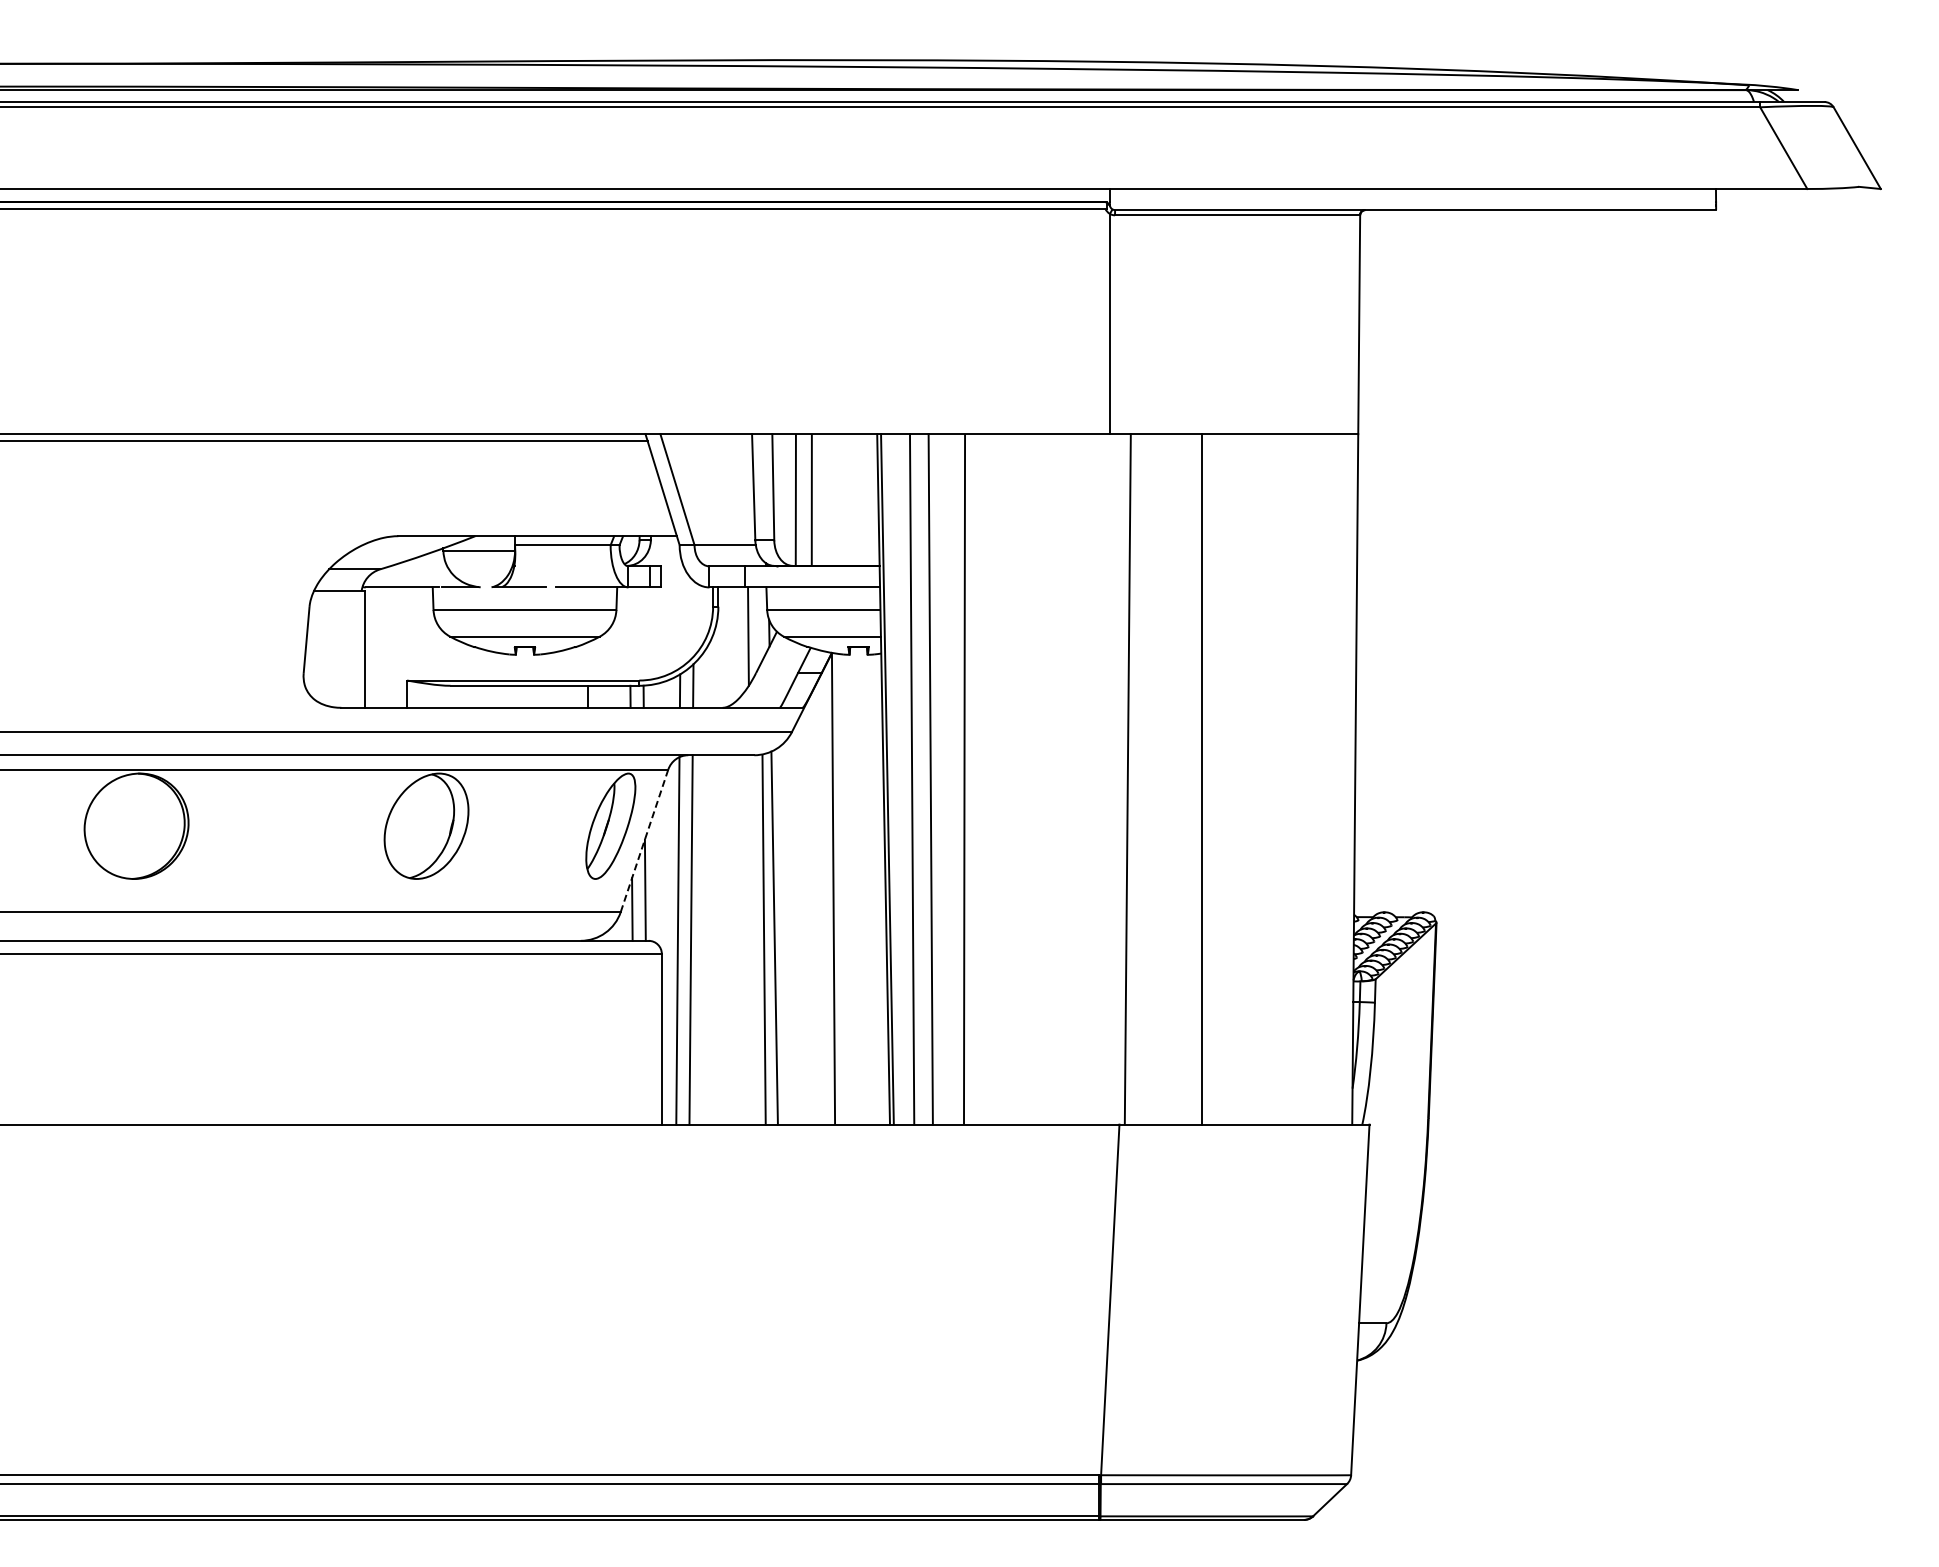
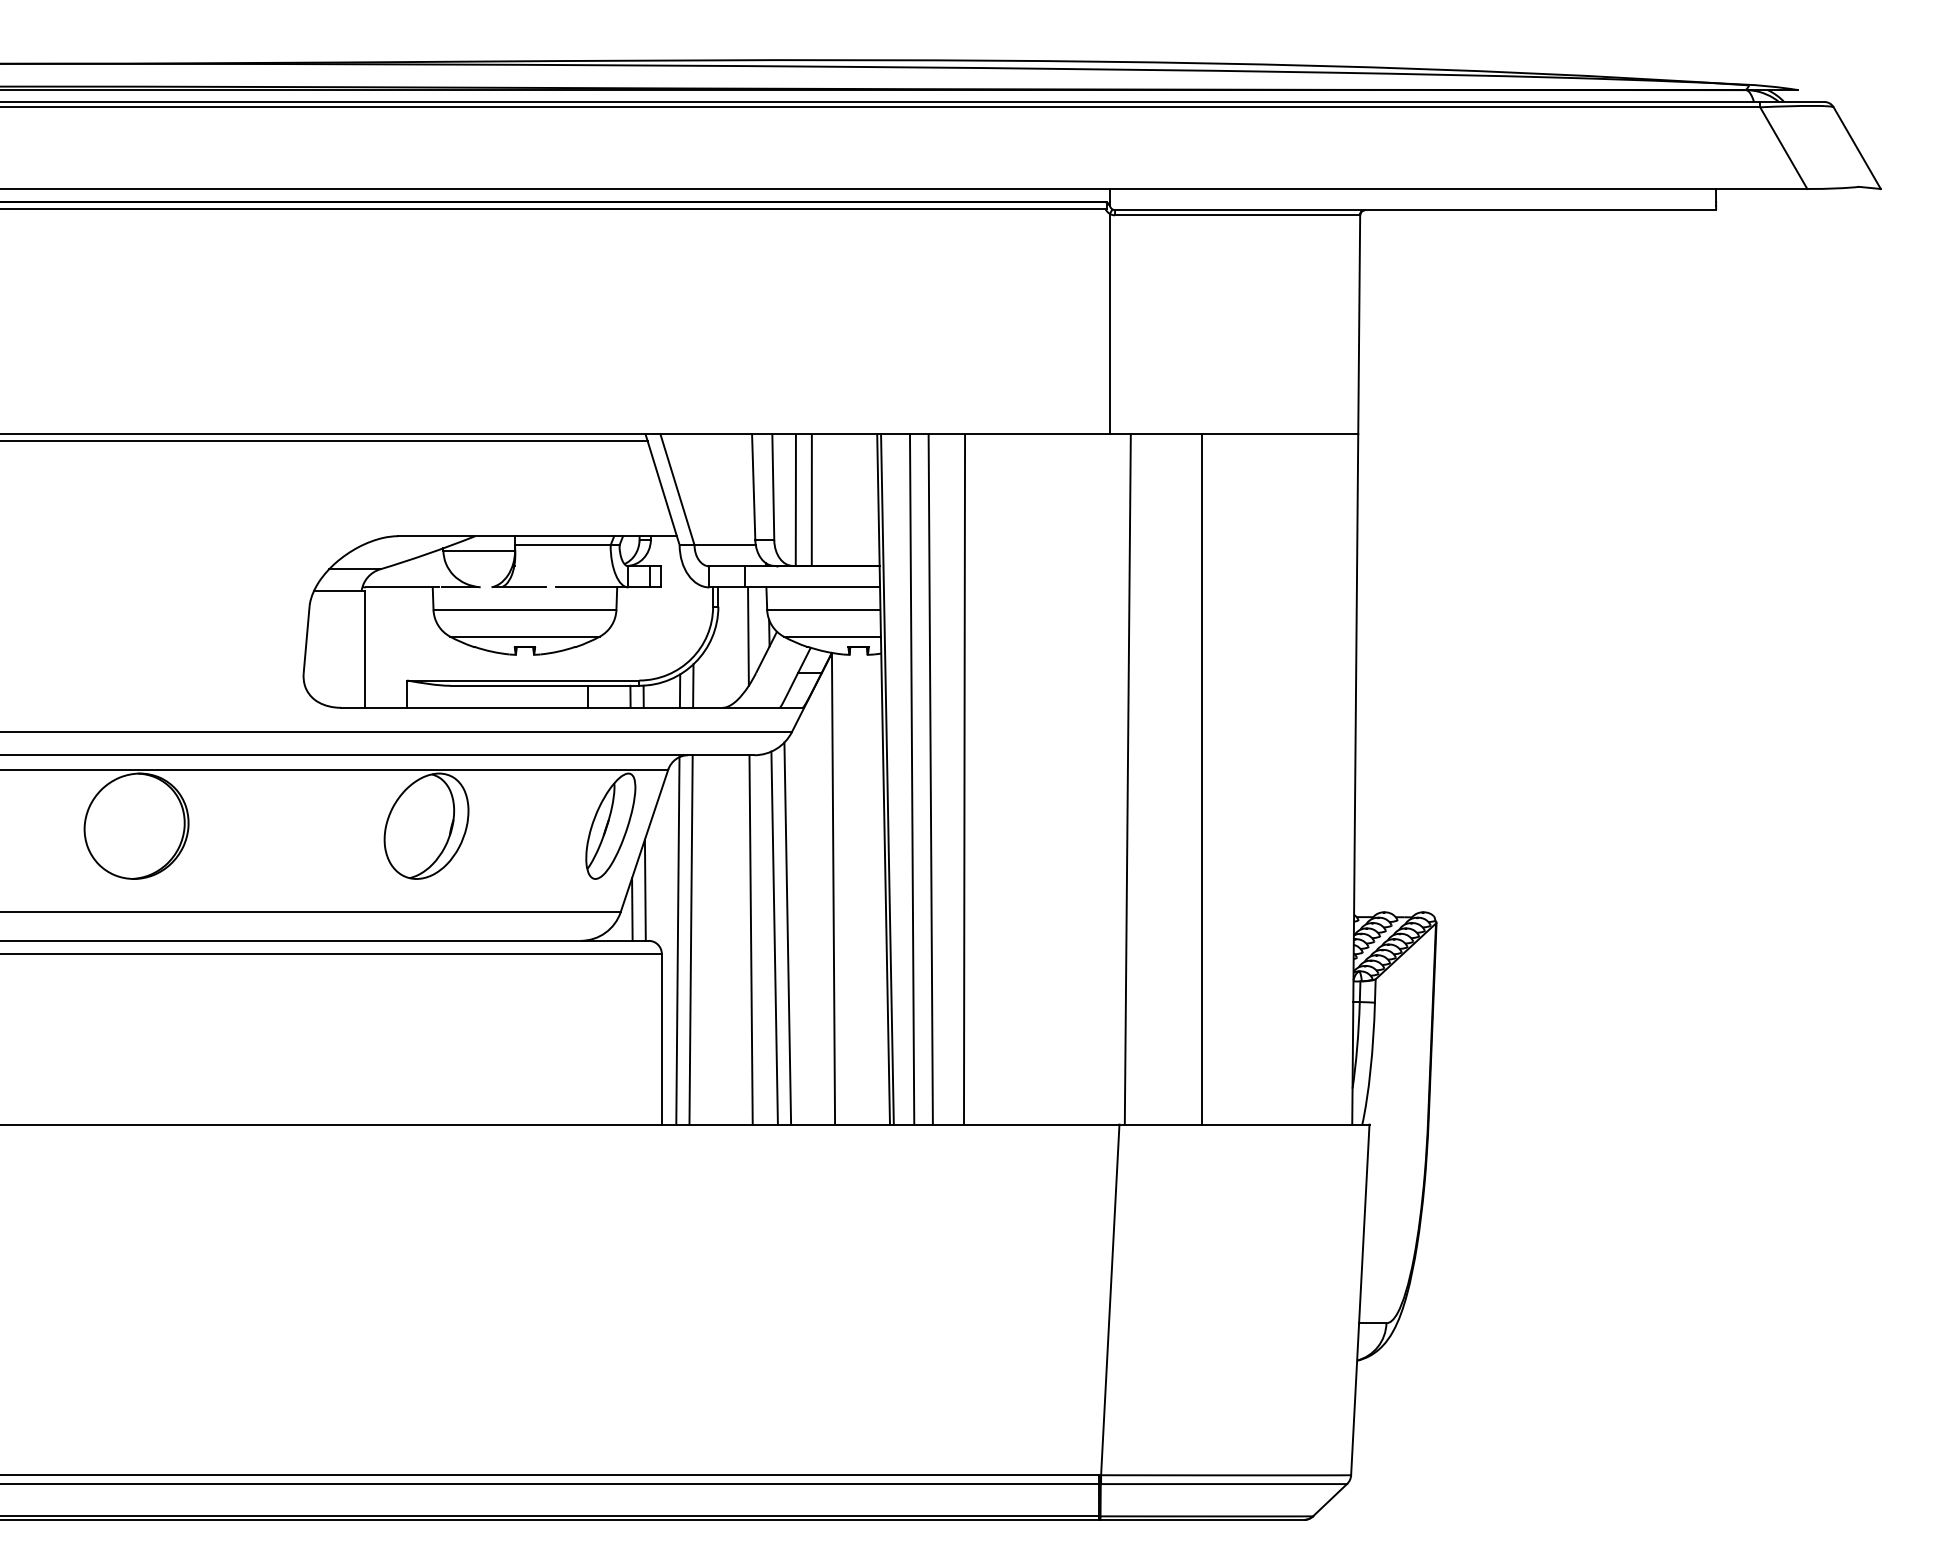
line at (644, 840): dashed -> solid
line at (787, 933): none -> present
line at (763, 939) position: (763, 939) -> (750, 939)
